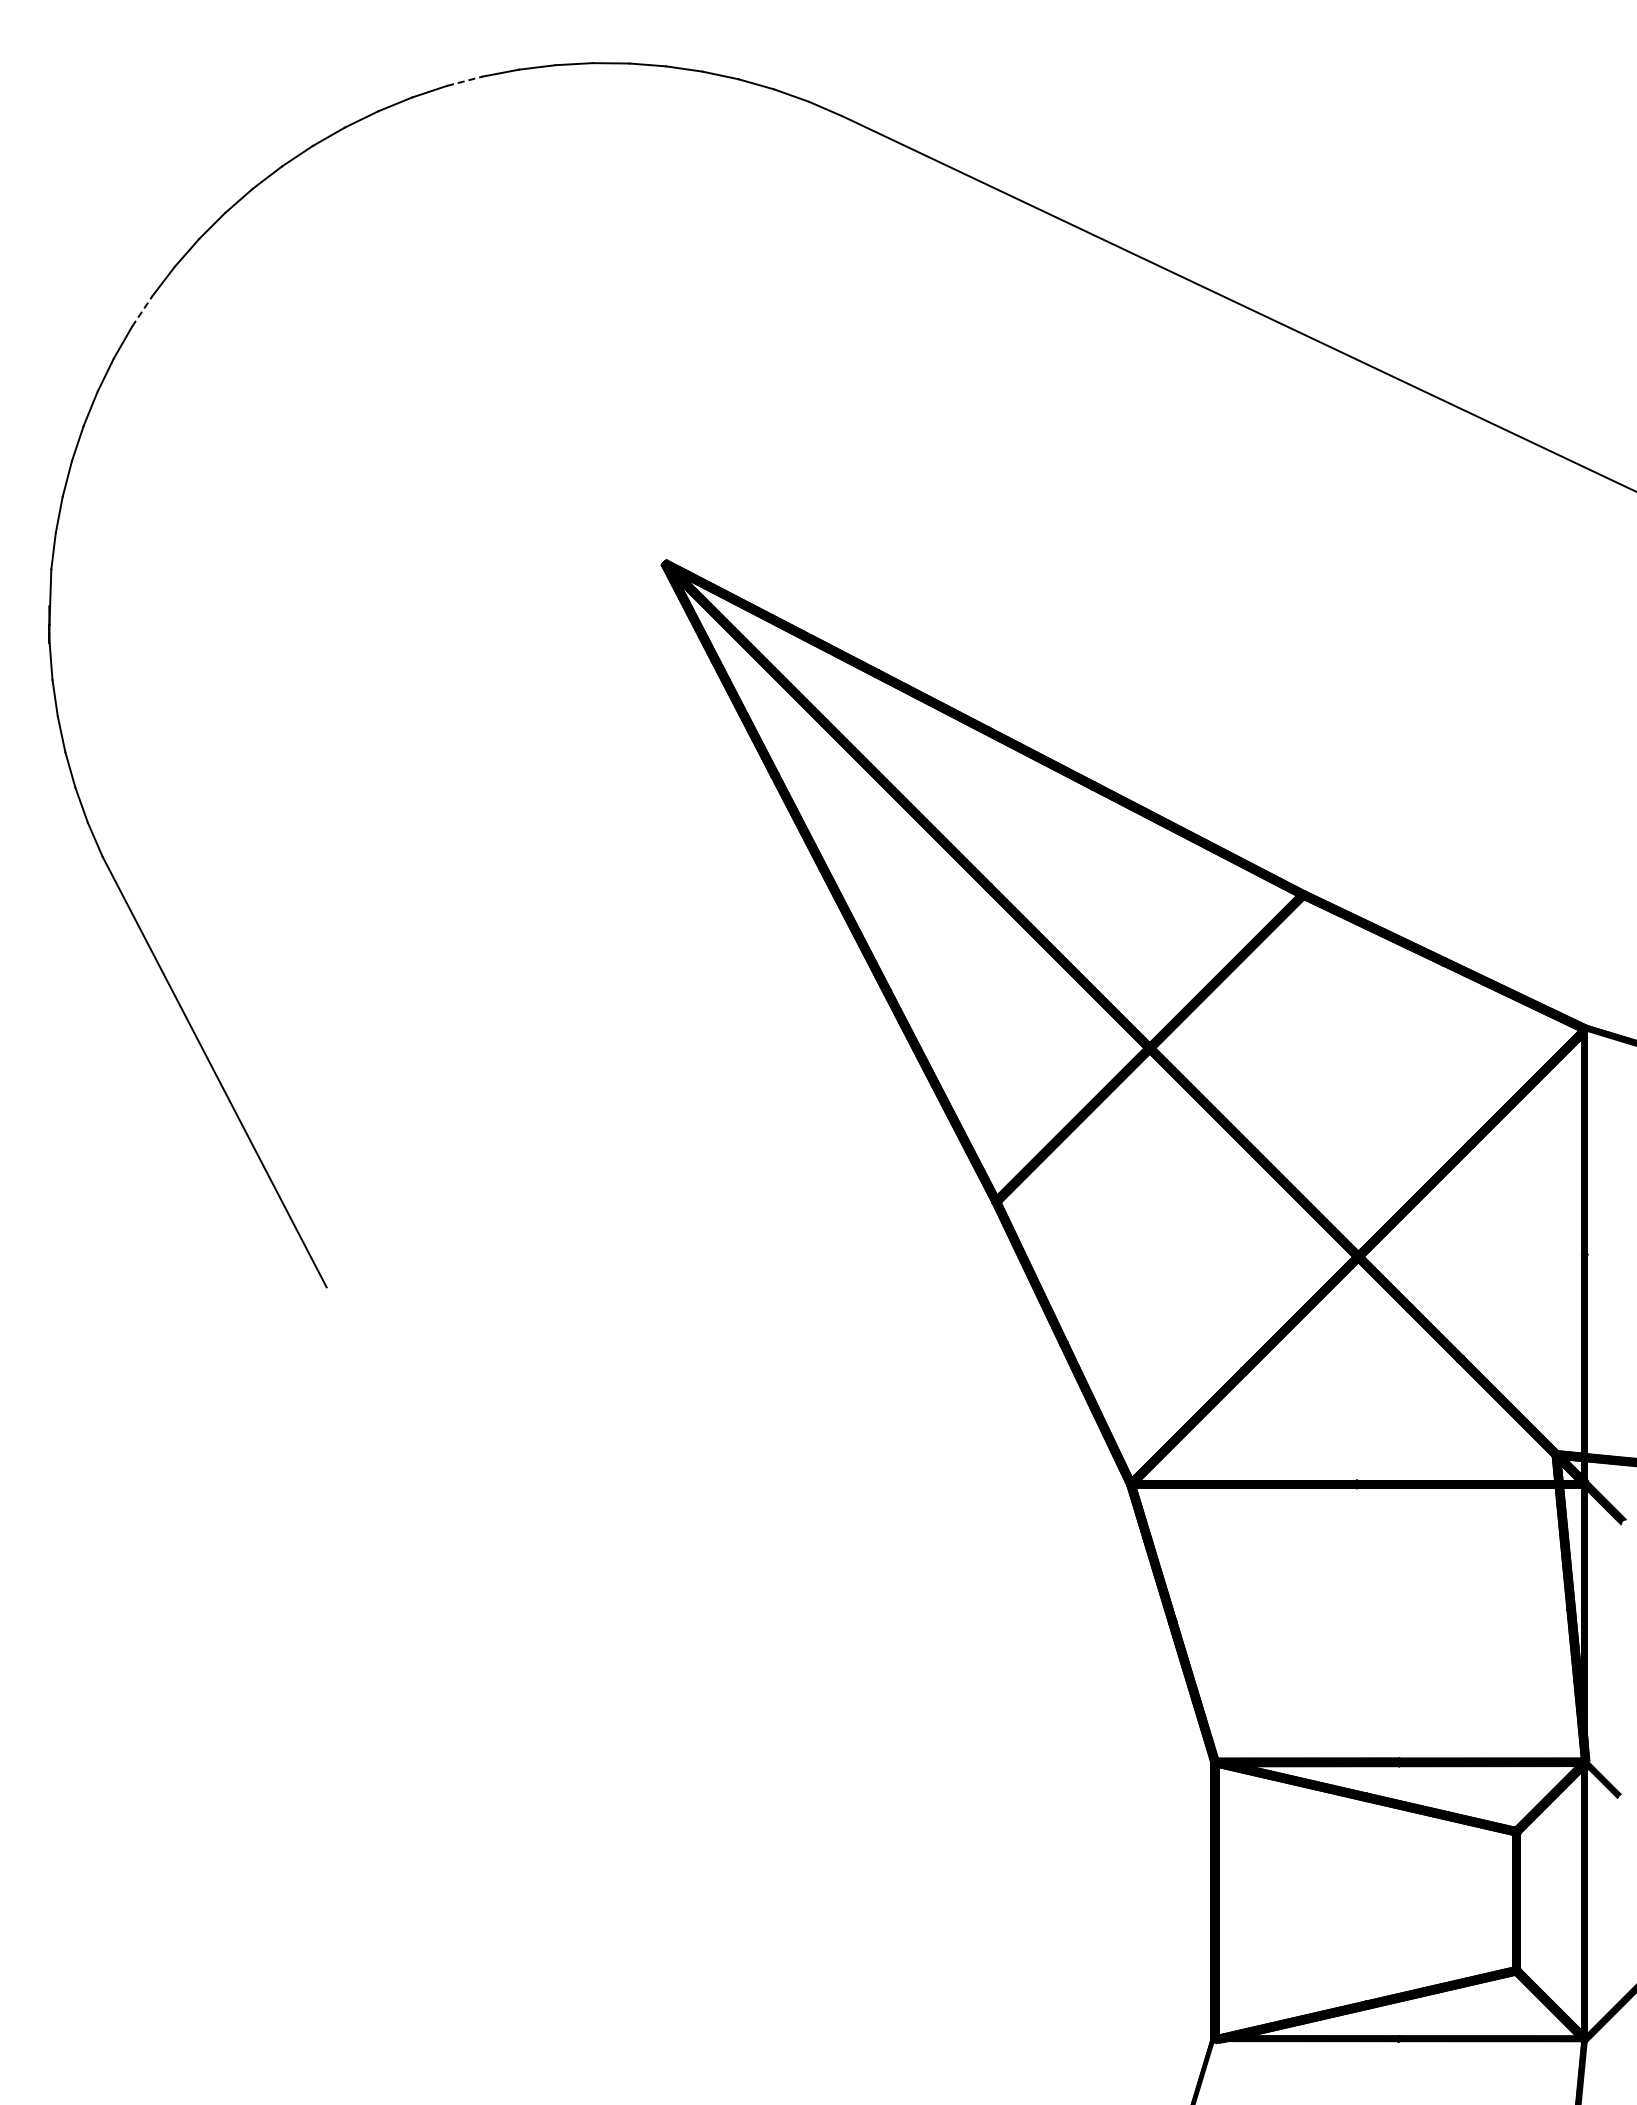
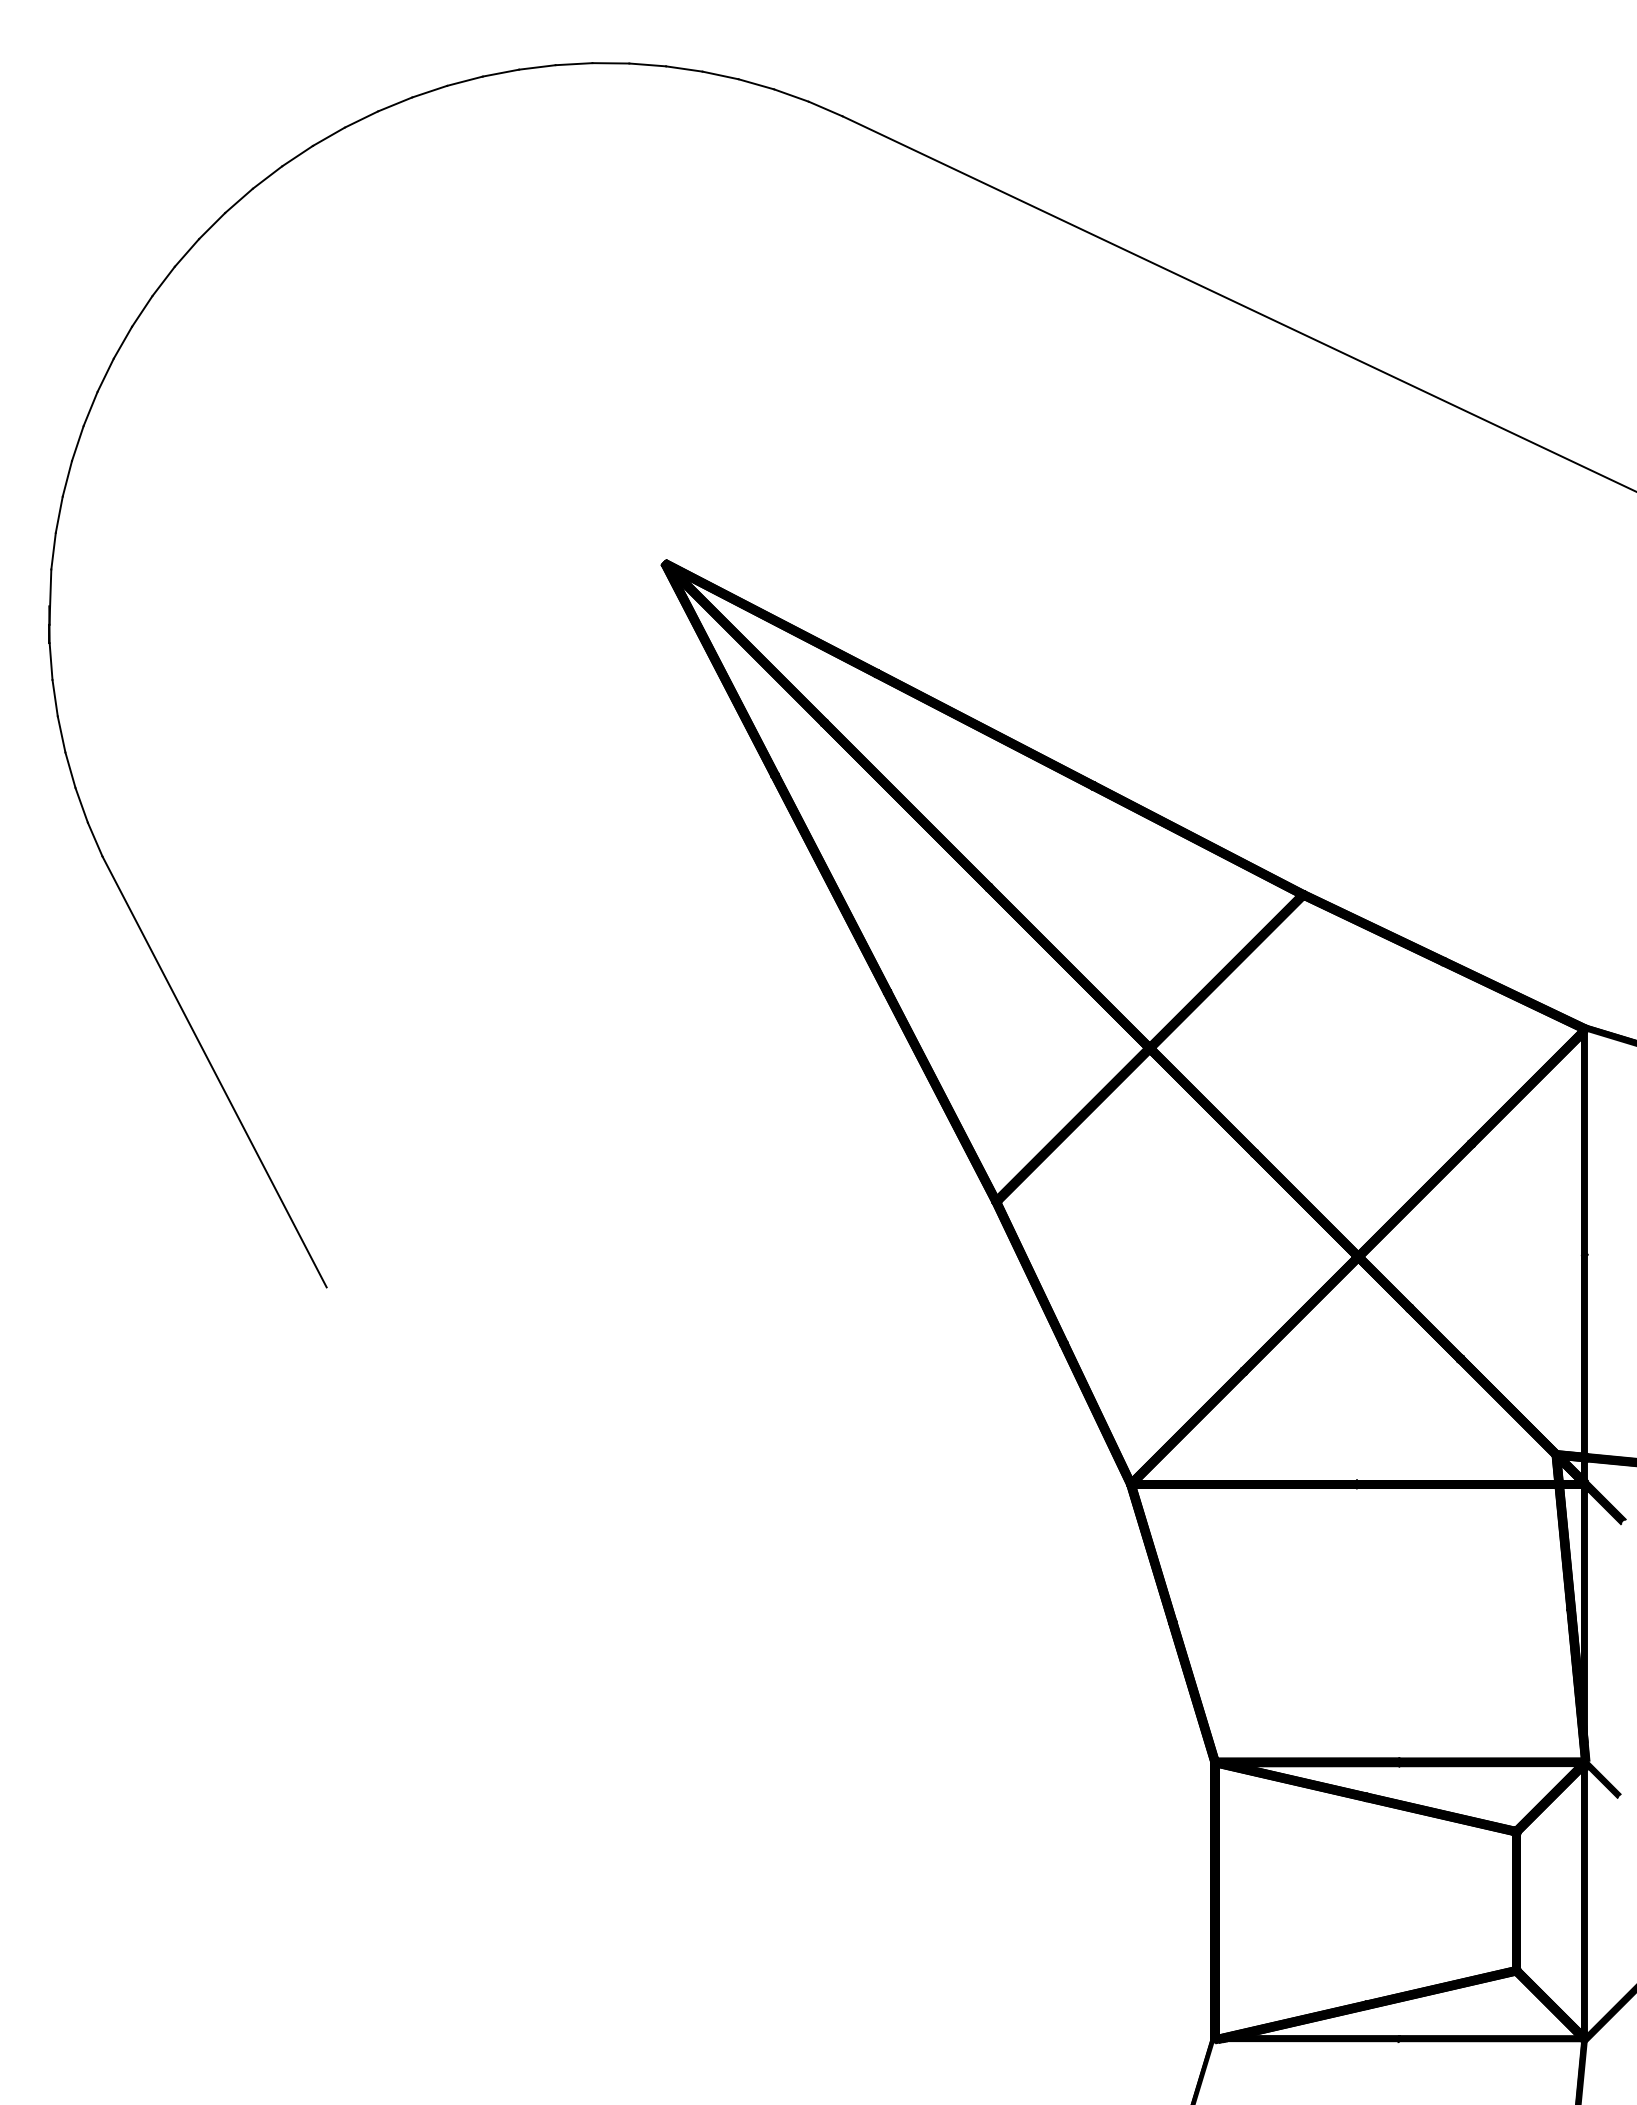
line at (465, 81): dashed -> solid
line at (142, 311): dashed -> solid
